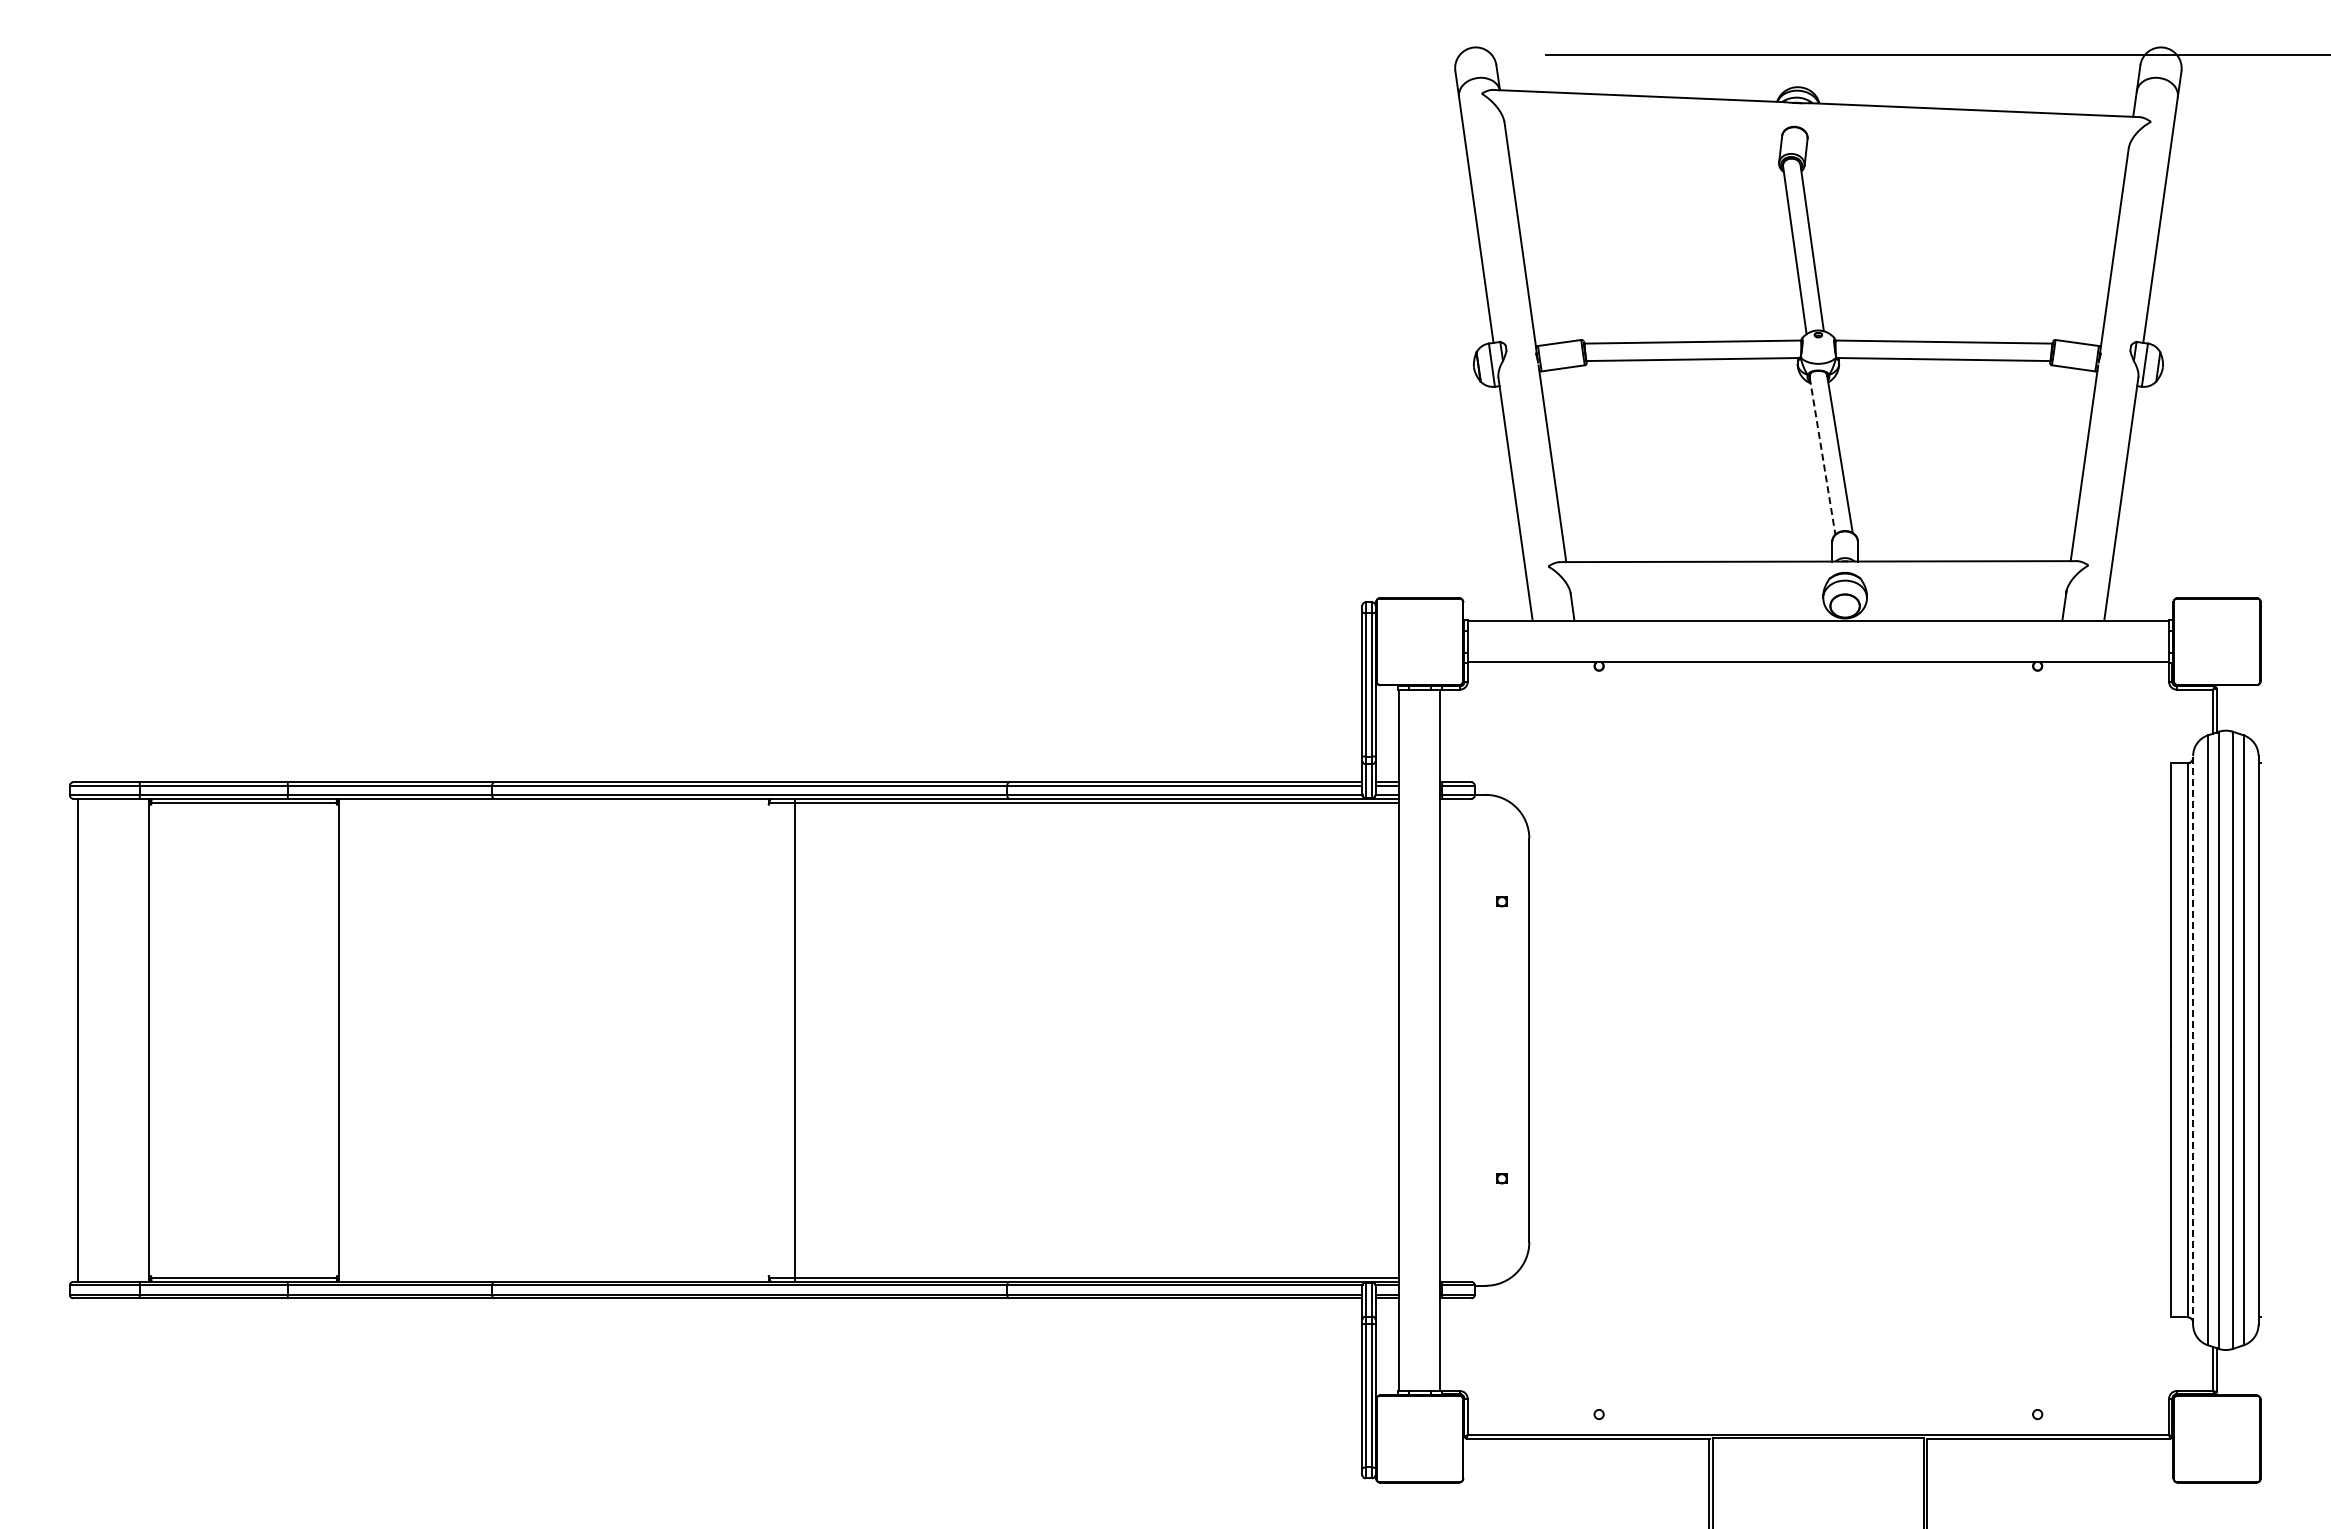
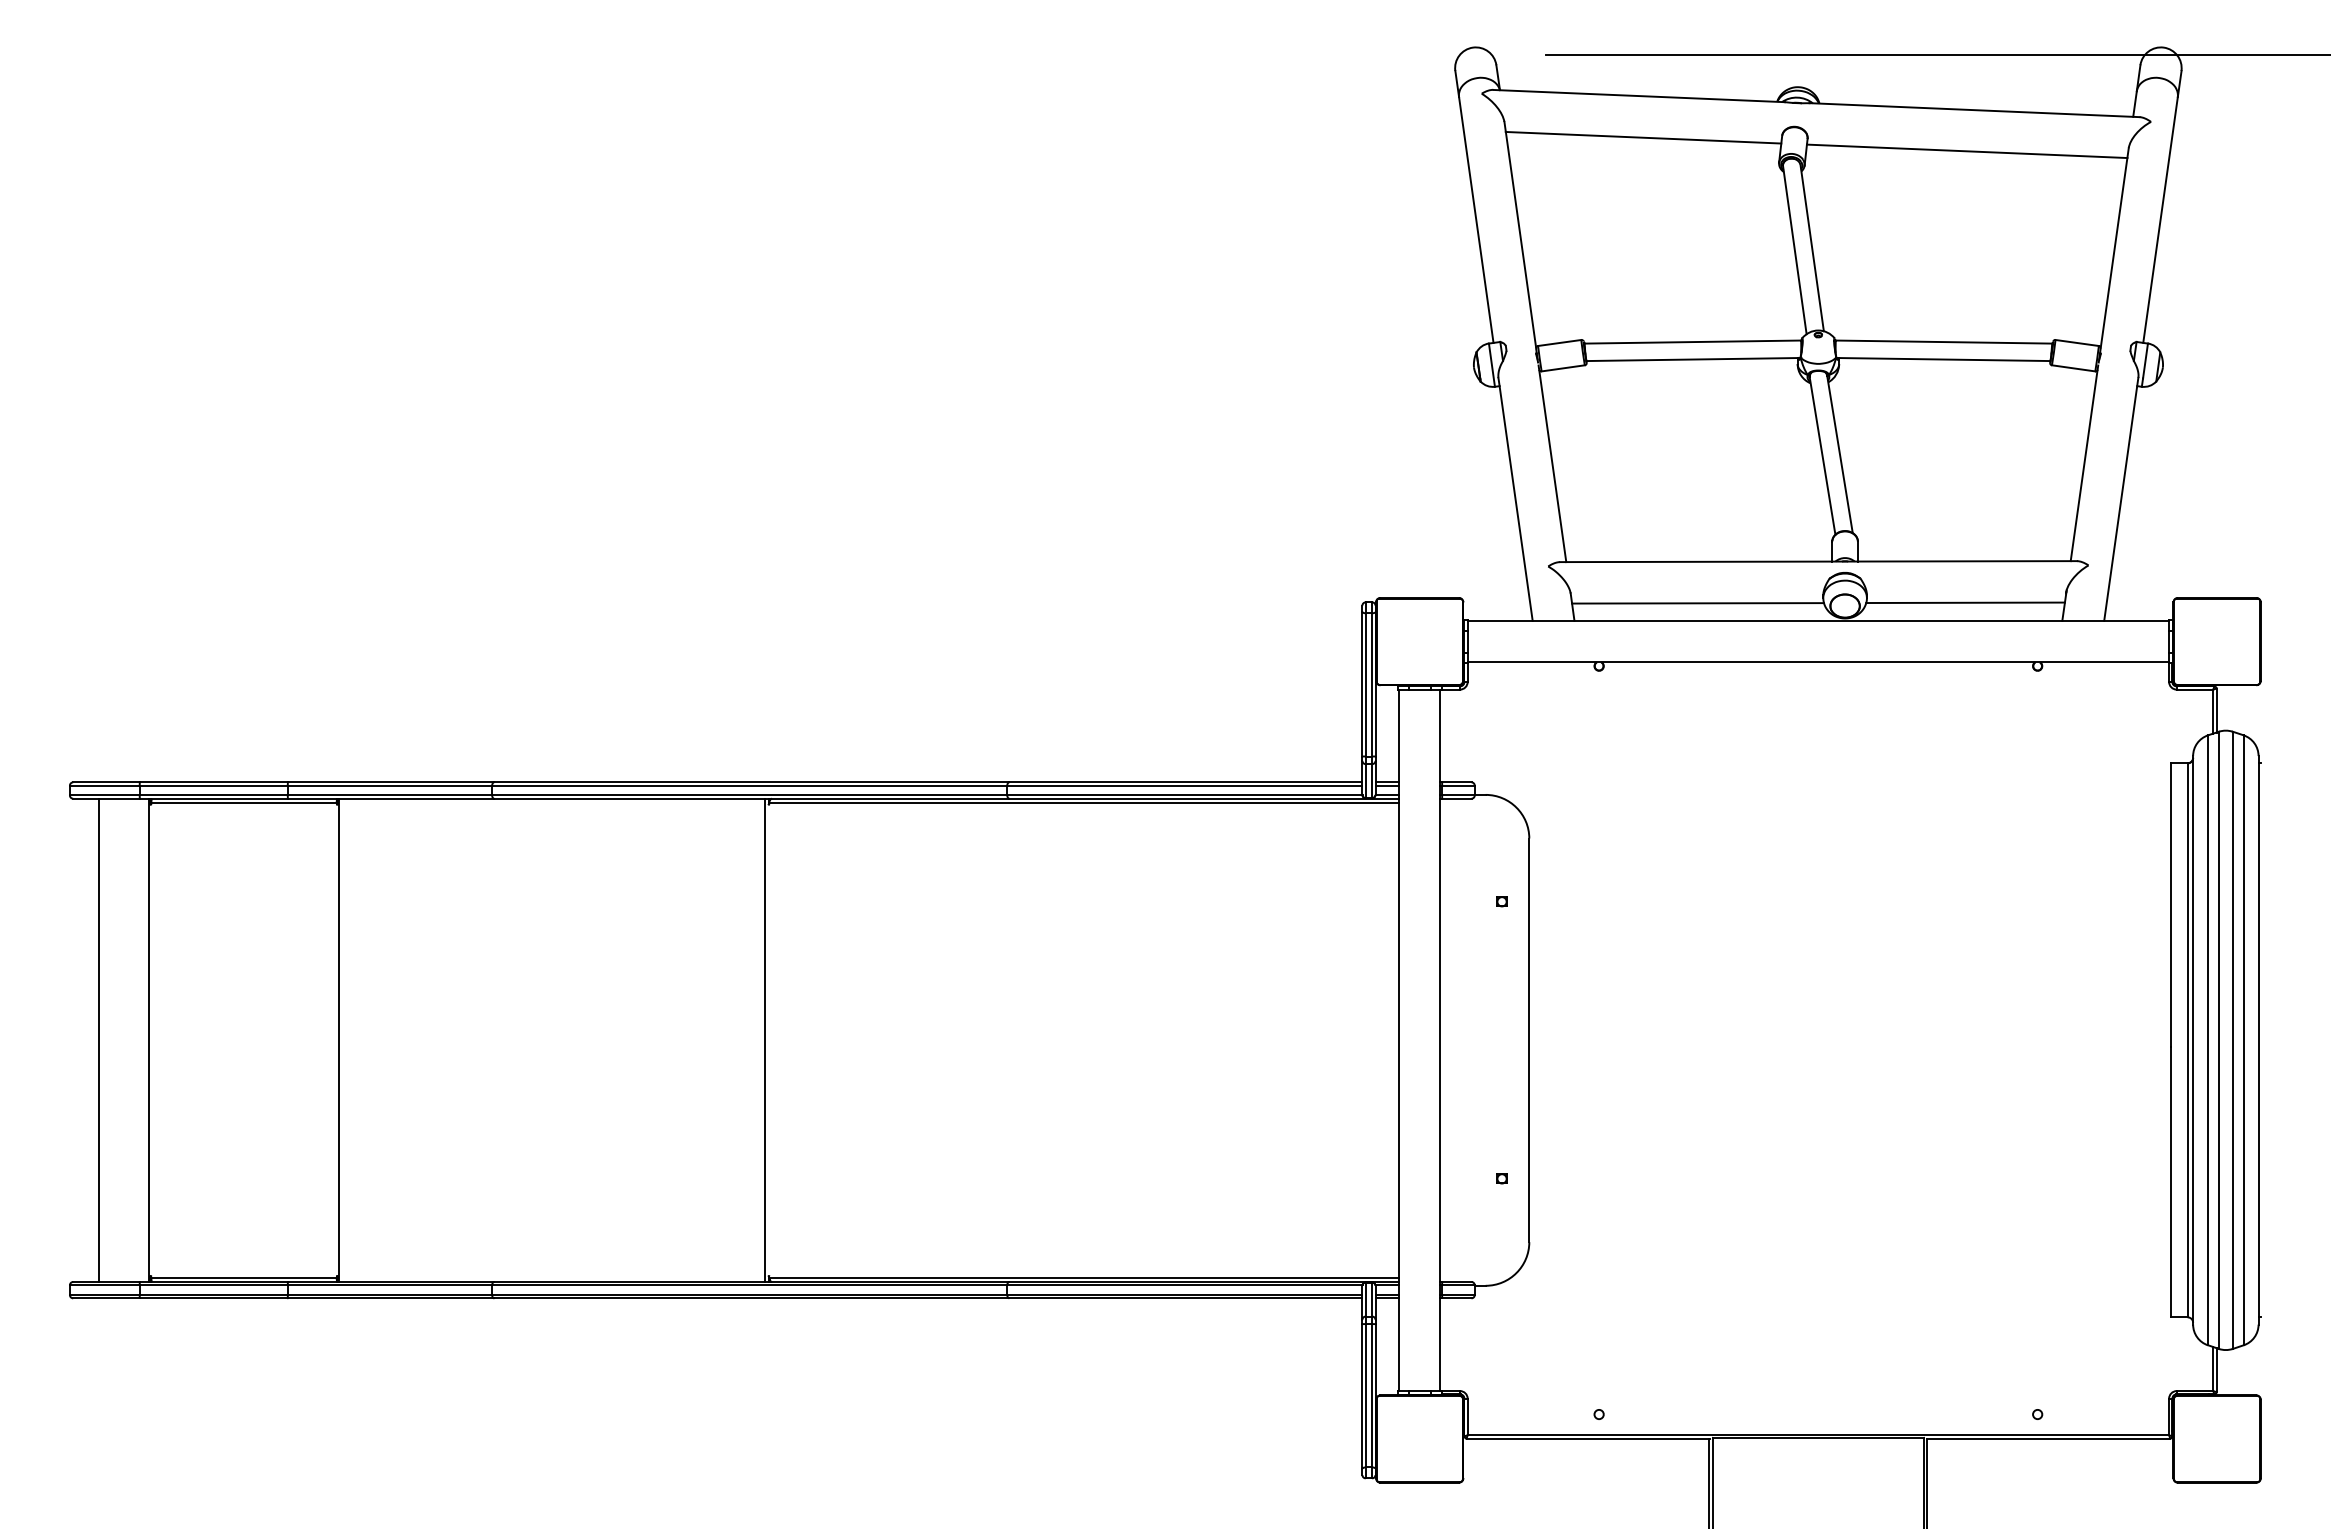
line at (1643, 137): none -> present
line at (1966, 151): none -> present
line at (1822, 456): dashed -> solid
line at (1965, 602): none -> present
line at (1697, 603): none -> present
line at (78, 1039) position: (78, 1039) -> (99, 1039)
line at (795, 1039) position: (795, 1039) -> (765, 1039)
line at (2193, 1039): dashed -> solid
